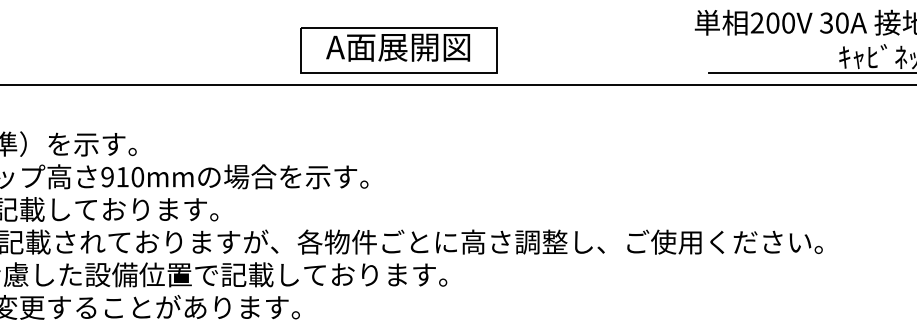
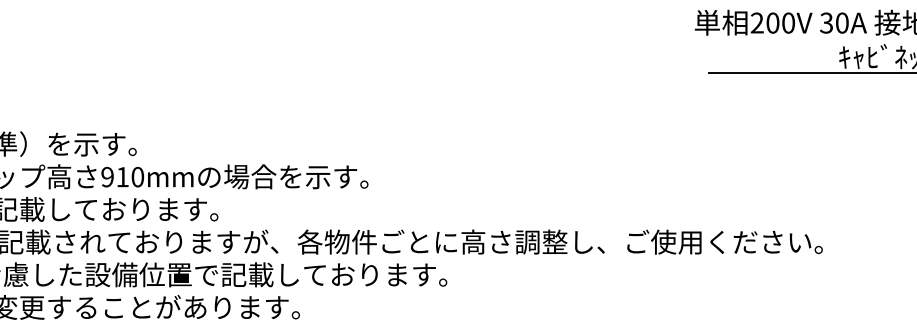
part at (398, 50): present -> none
line at (457, 85): present -> none
